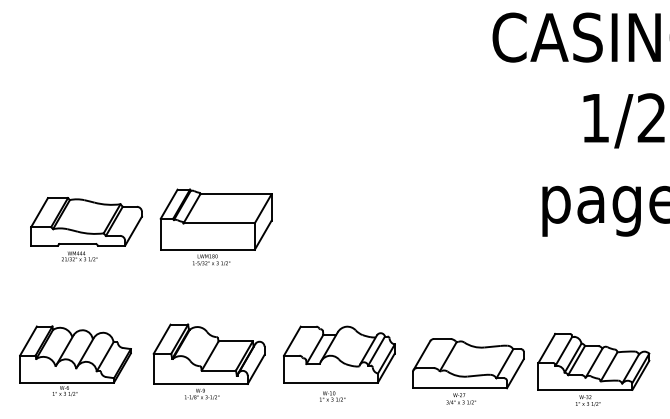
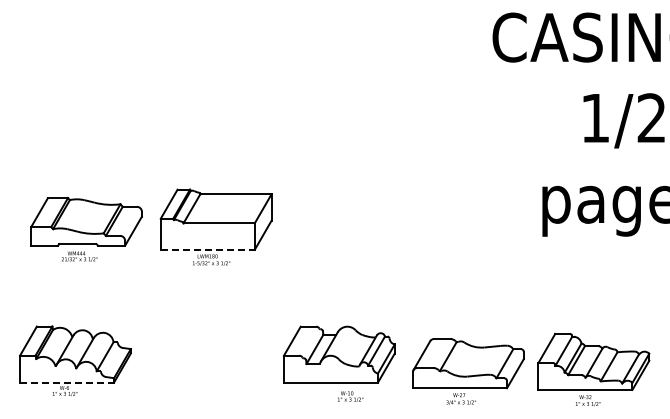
line at (208, 249): solid -> dashed
part at (208, 361): present -> none
line at (67, 382): solid -> dashed
text at (332, 396) position: (332, 396) -> (350, 396)
